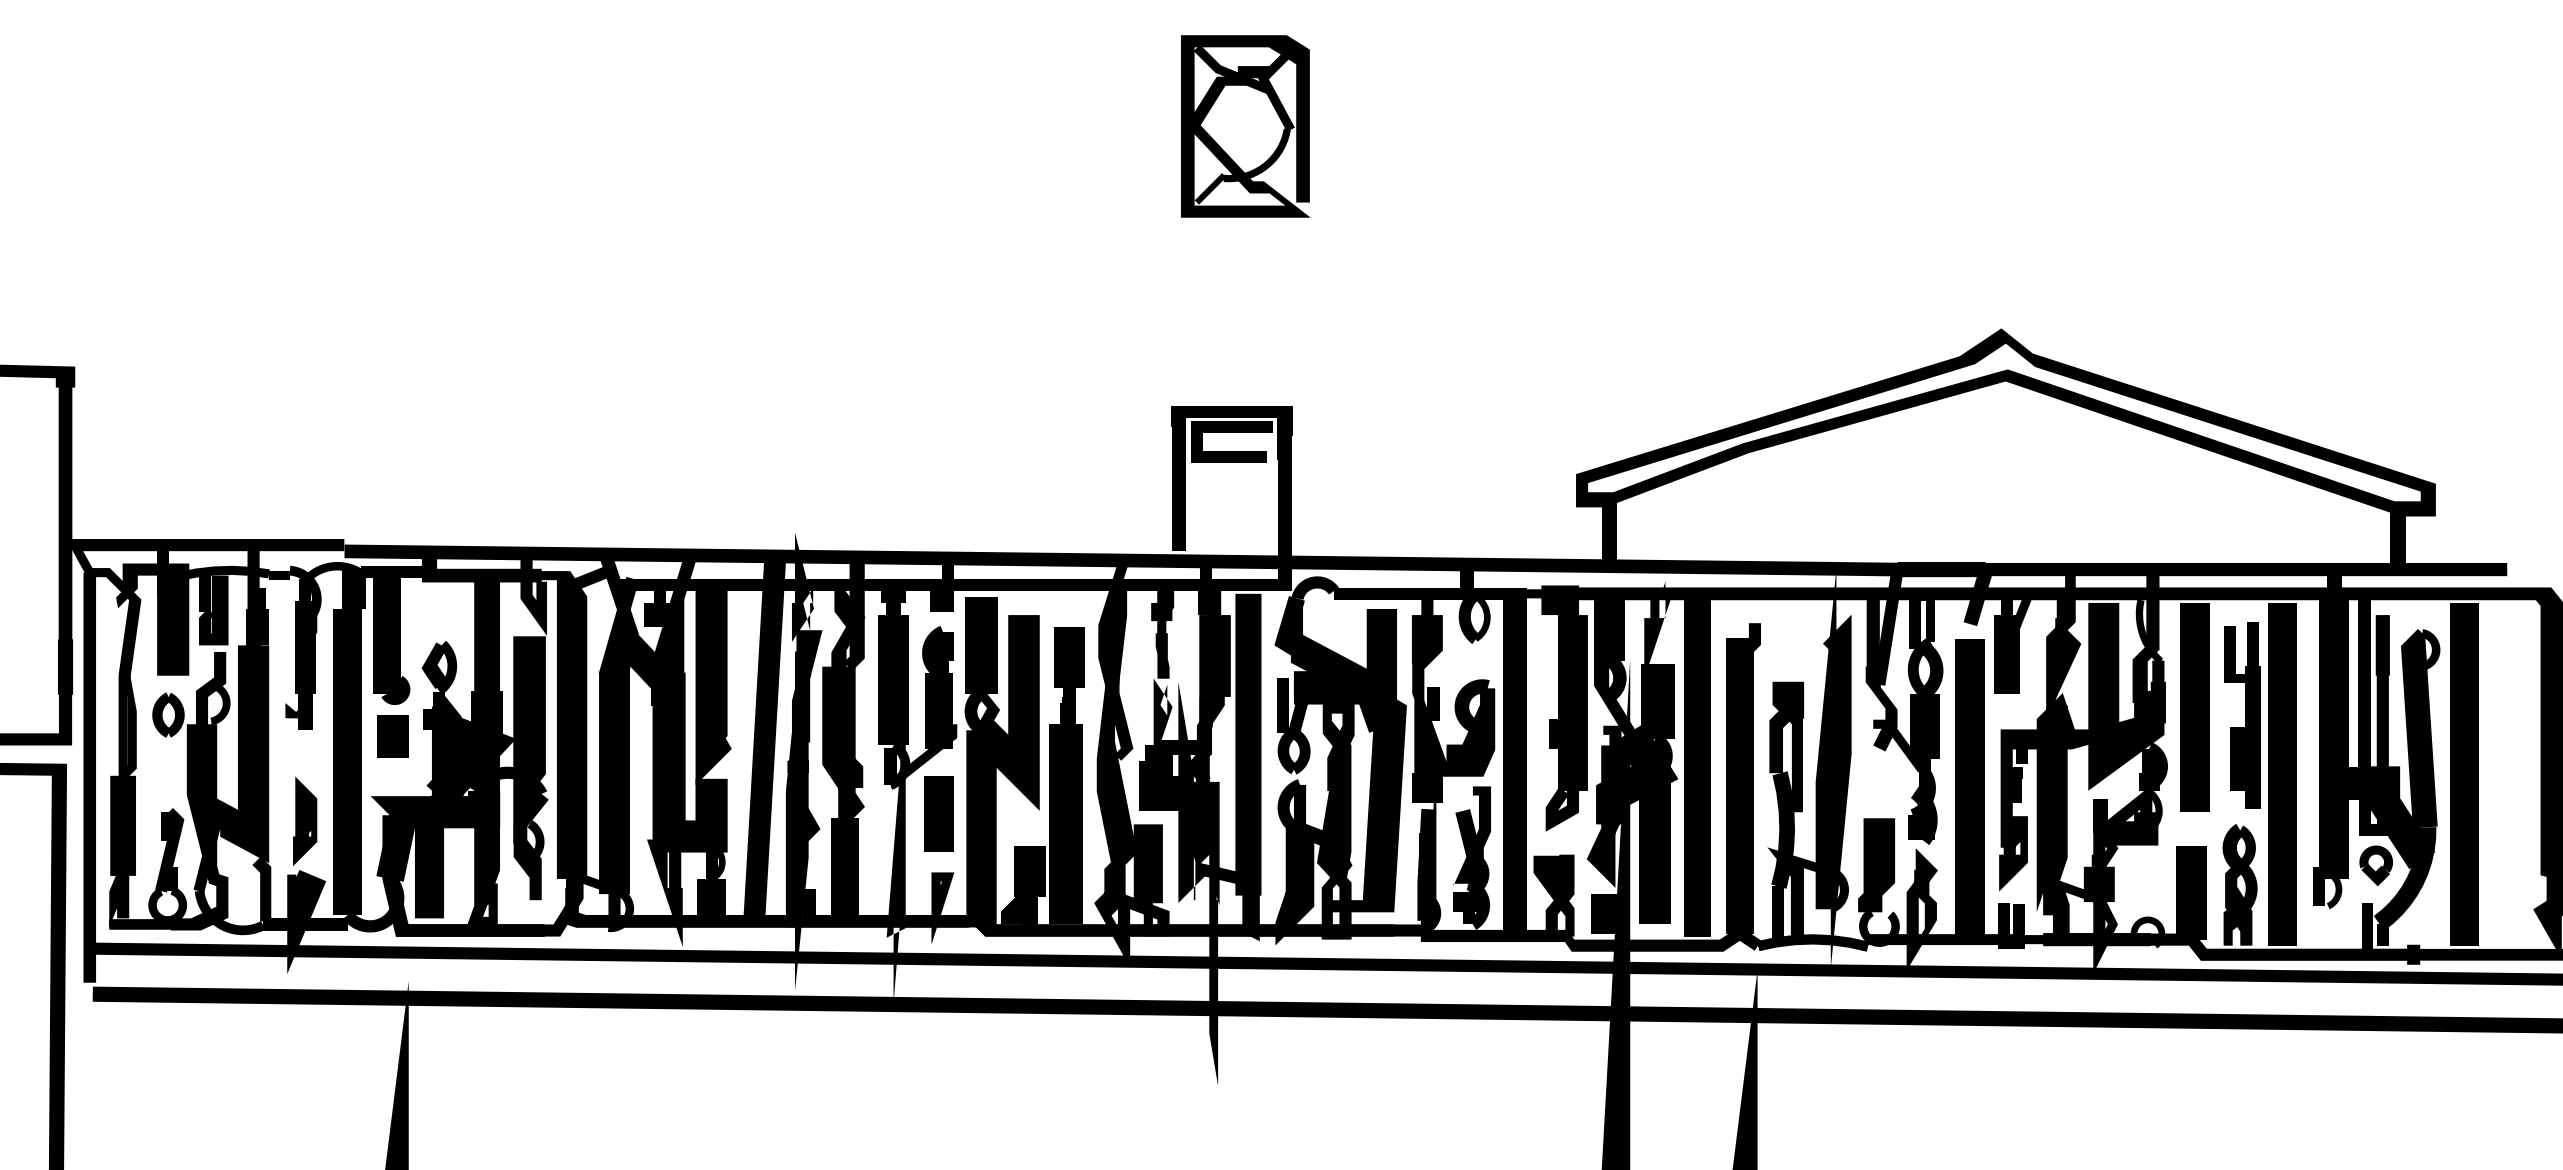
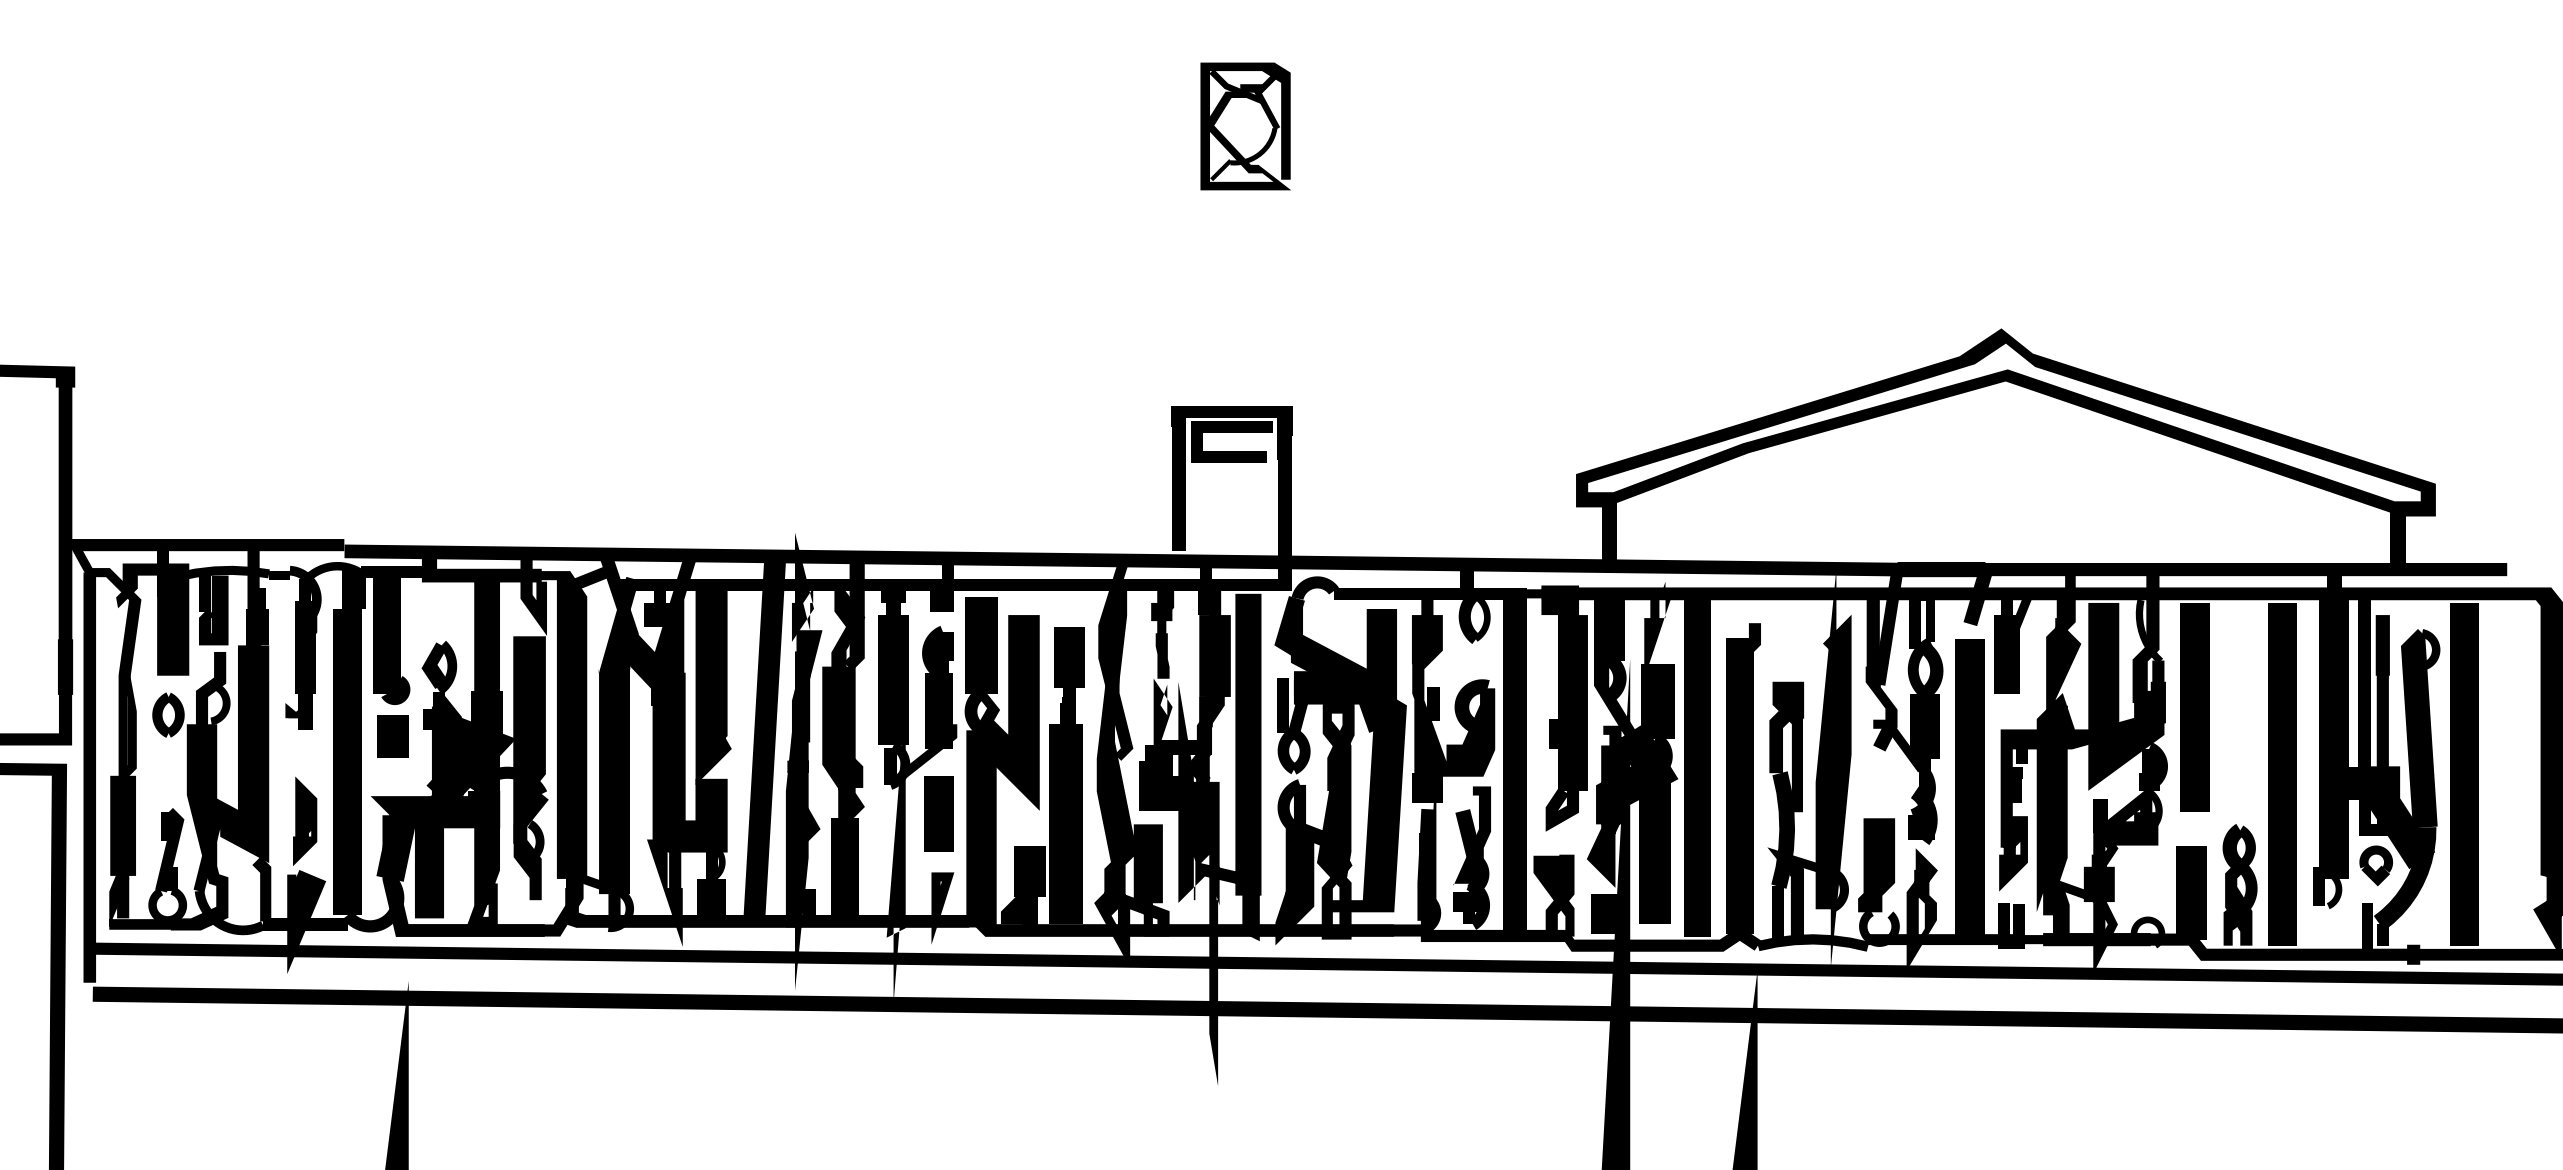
part at (1245, 126) size: 130x183 px -> 91x129 px
part at (2242, 715): present -> none
